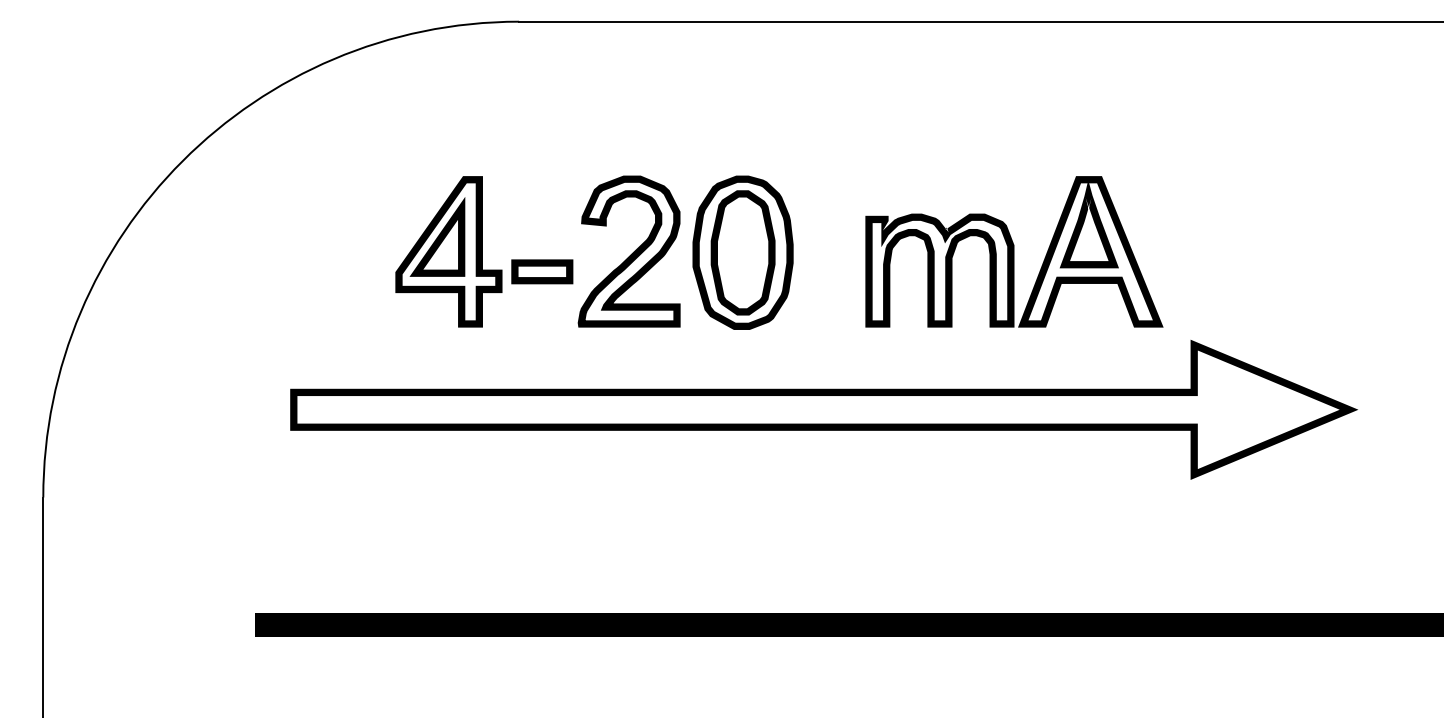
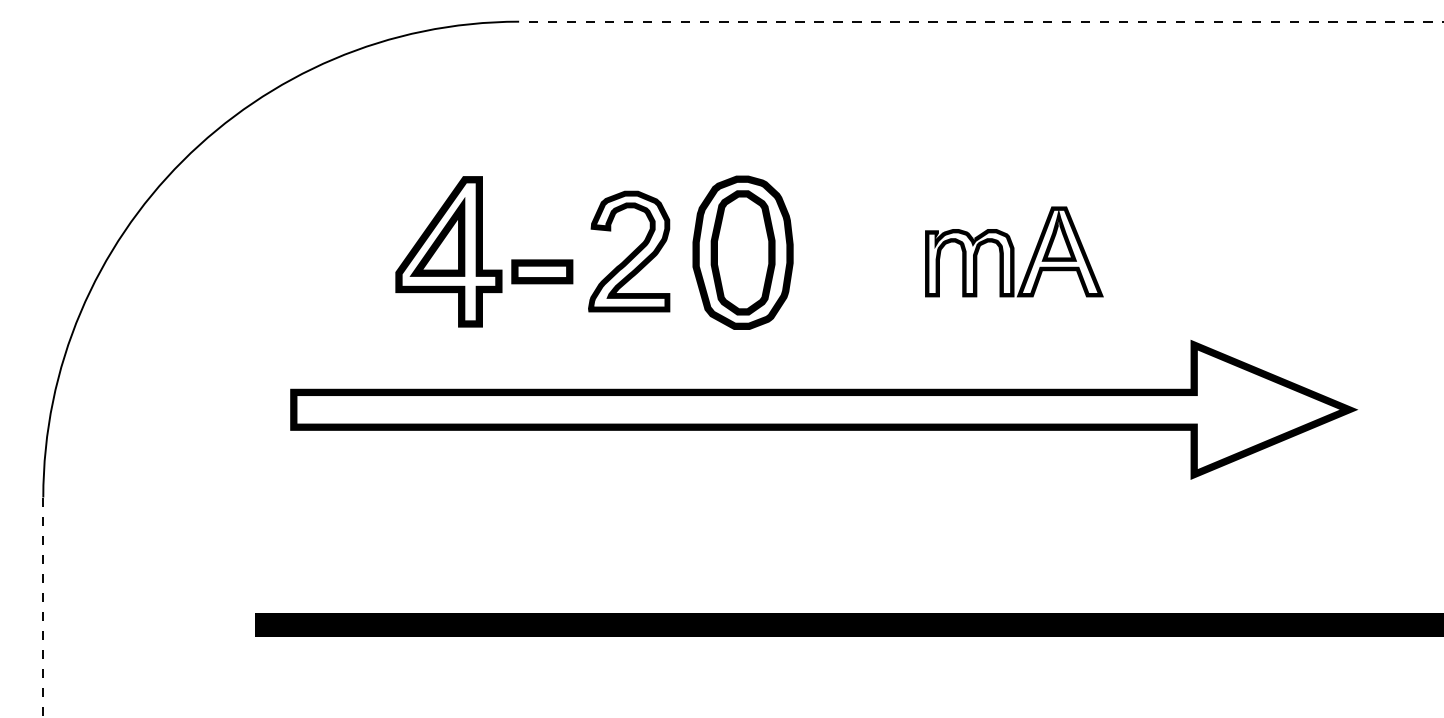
line at (980, 21): solid -> dashed
part at (628, 251) size: 104x153 px -> 83x123 px
part at (1014, 251) size: 299x152 px -> 179x92 px
line at (43, 607): solid -> dashed
